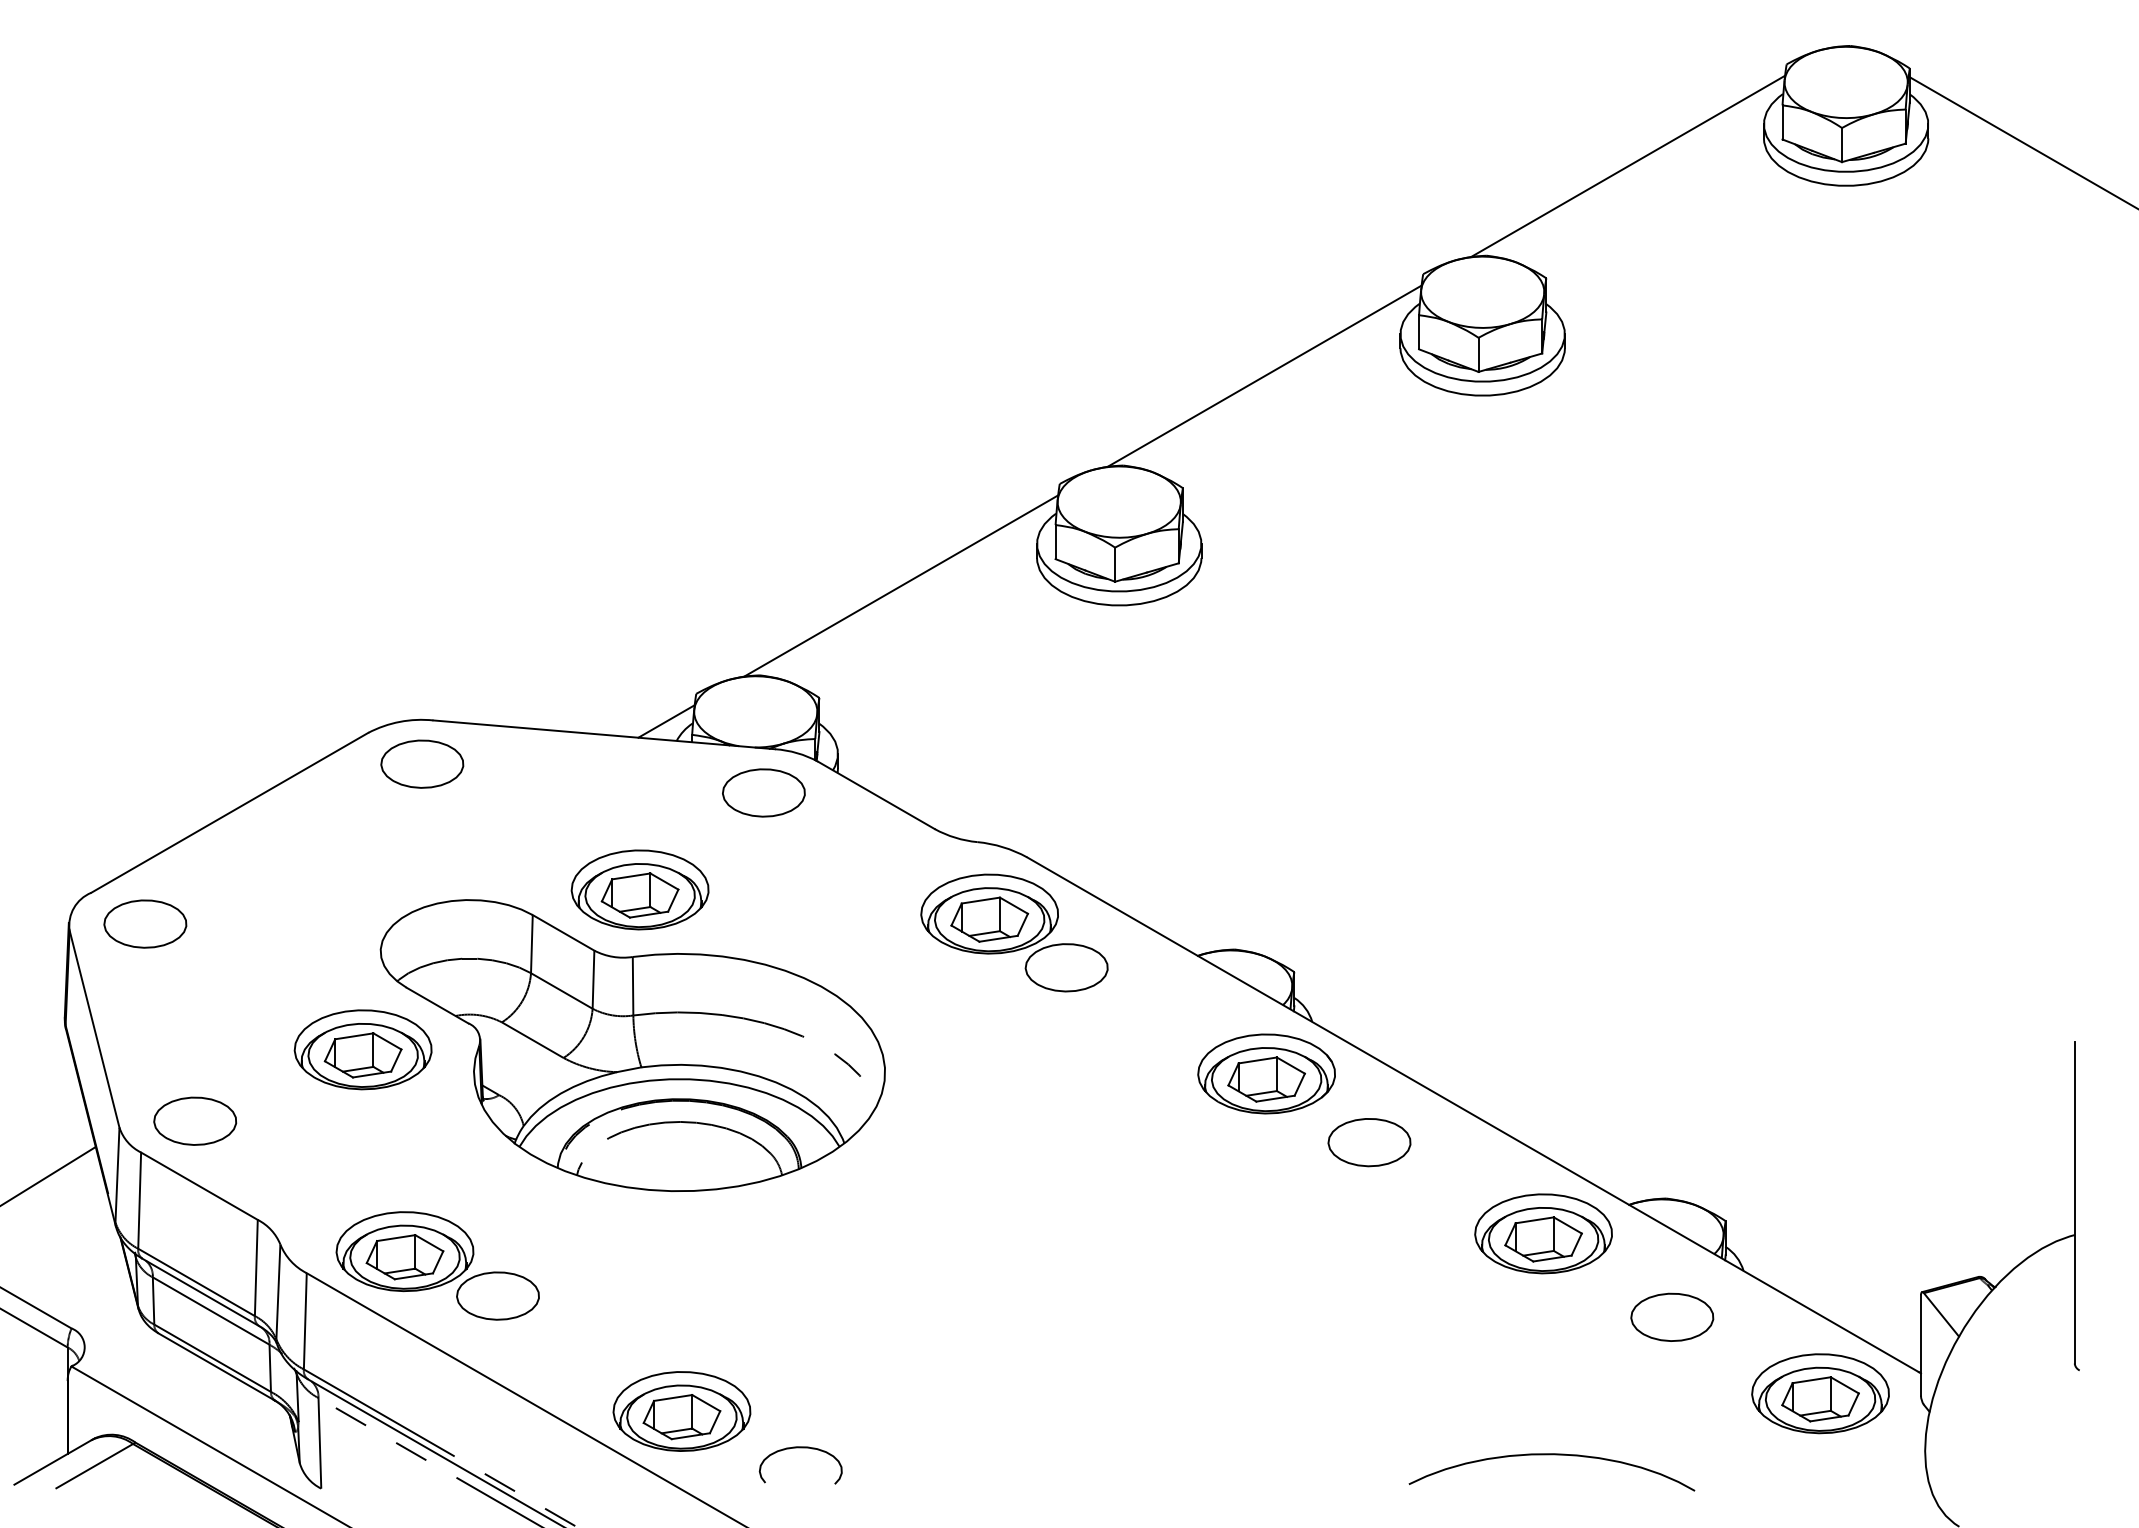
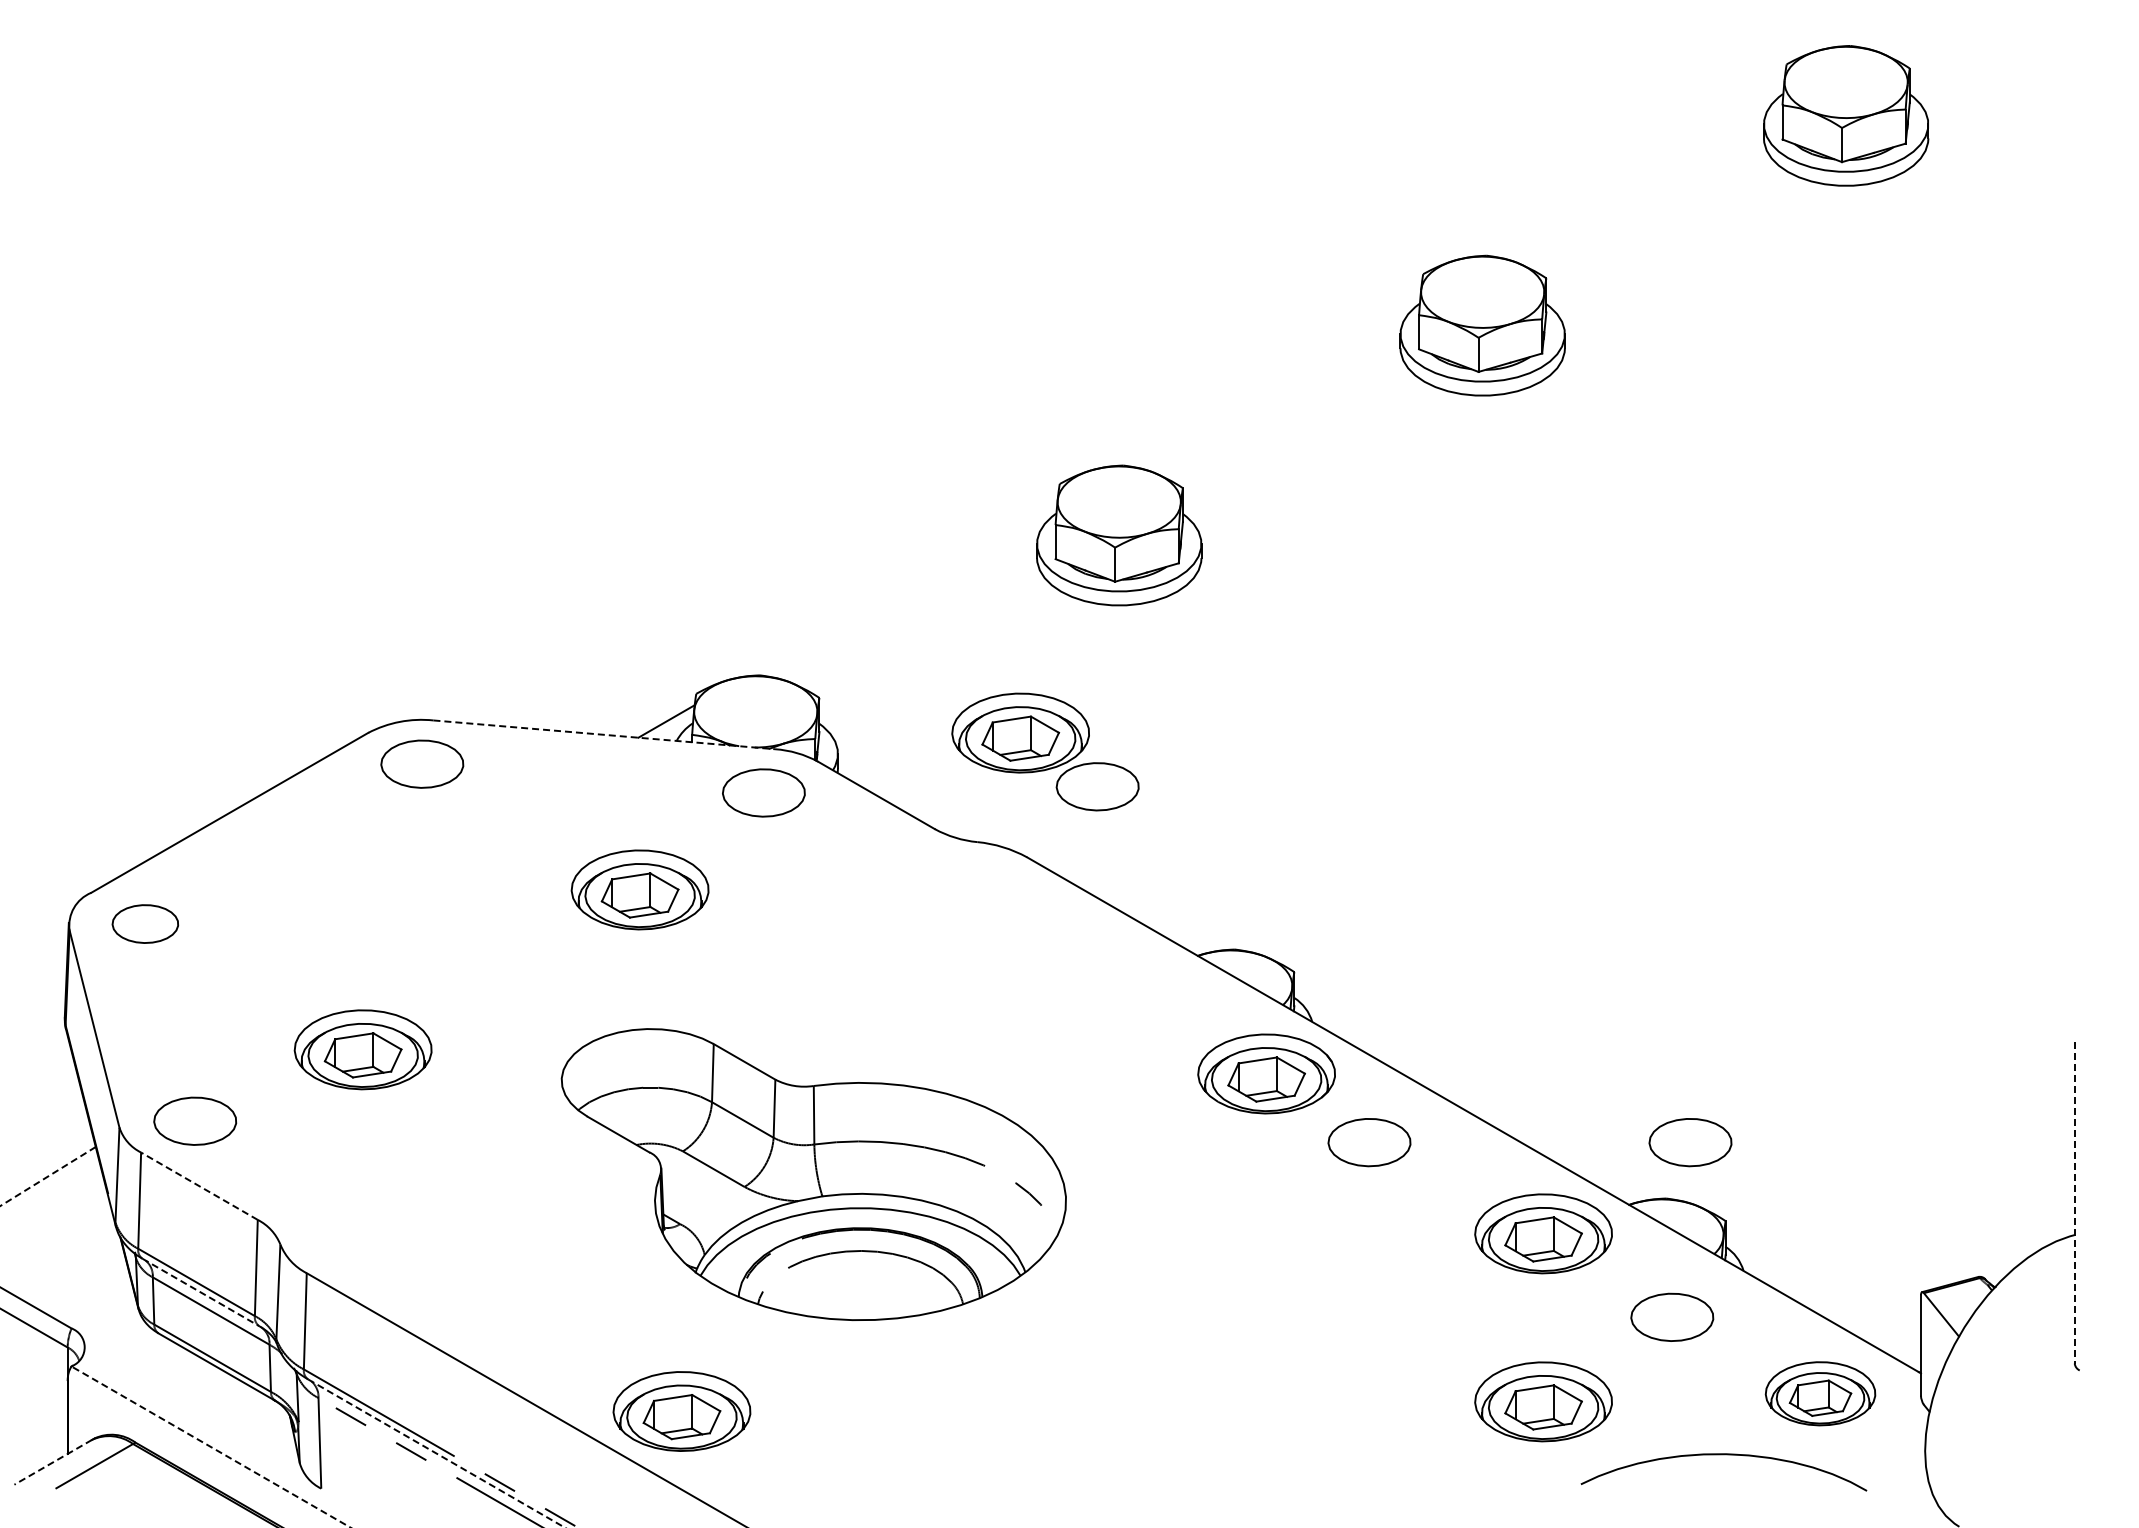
line at (2022, 142): present -> none
line at (1628, 166): present -> none
line at (1264, 375): present -> none
line at (901, 585): present -> none
line at (604, 734): solid -> dashed
part at (145, 923) size: 85x50 px -> 69x40 px
part at (1014, 932) position: (1014, 932) -> (1045, 751)
part at (632, 1045) position: (632, 1045) -> (813, 1174)
part at (1690, 1142): none -> present
line at (47, 1176): solid -> dashed
line at (199, 1185): solid -> dashed
line at (2074, 1202): solid -> dashed
part at (437, 1265): present -> none
line at (201, 1292): solid -> dashed
part at (1820, 1393) size: 139x82 px -> 113x66 px
part at (1543, 1401): none -> present
line at (210, 1446): solid -> dashed
curve at (800, 1448): present -> none
line at (437, 1453): solid -> dashed
curve at (1551, 1455) position: (1551, 1455) -> (1723, 1455)
line at (53, 1462): solid -> dashed
